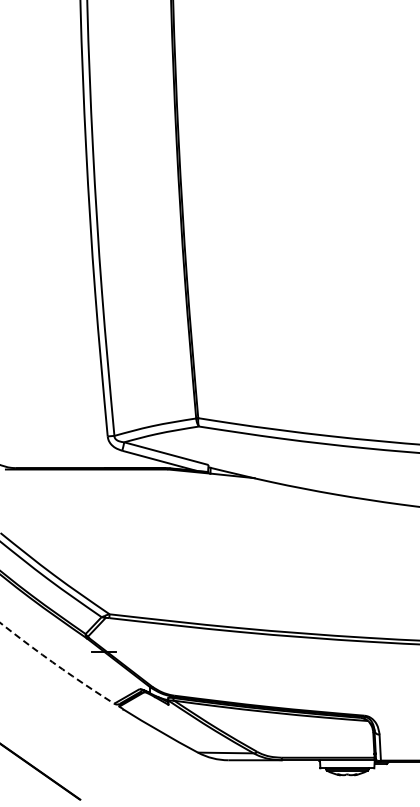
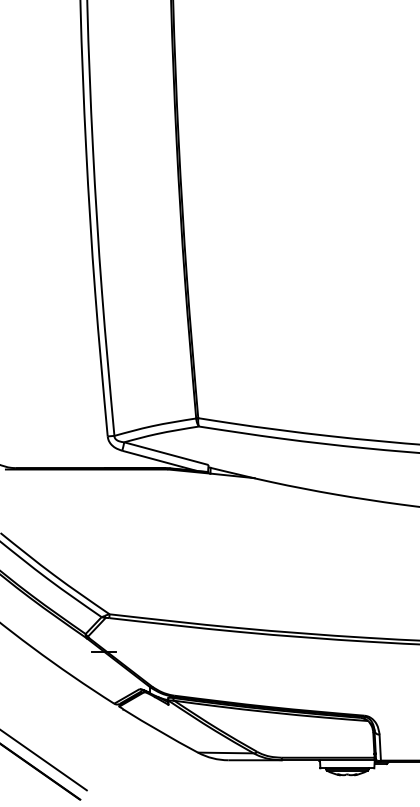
arc at (55, 664): dashed -> solid
line at (44, 760): none -> present
